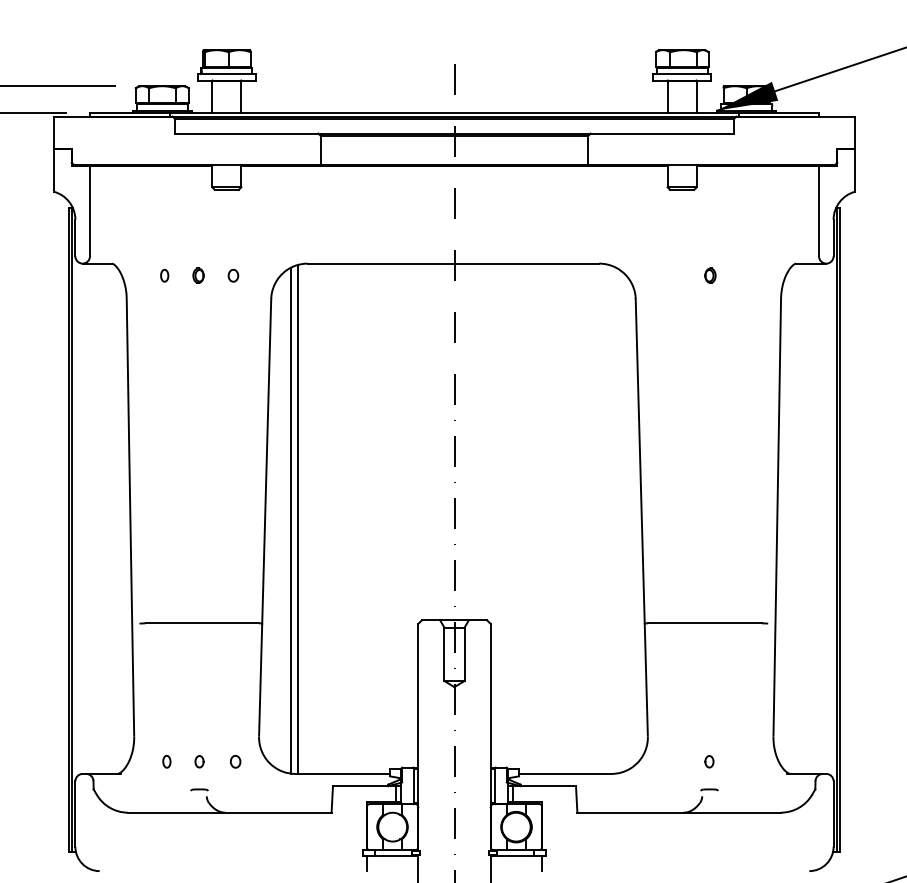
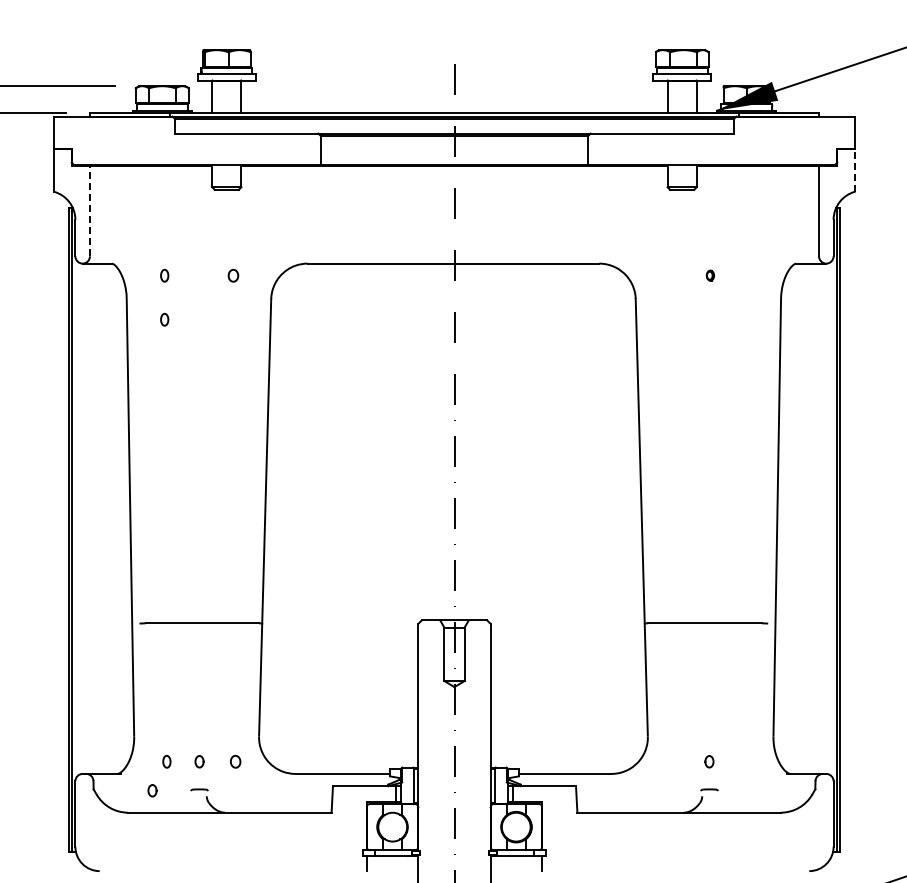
line at (855, 170): solid -> dashed
line at (89, 211): solid -> dashed
part at (198, 275): present -> none
part at (710, 275) size: 13x17 px -> 10x13 px
part at (164, 319): none -> present
line at (298, 518): present -> none
line at (290, 520): present -> none
part at (152, 790): none -> present
